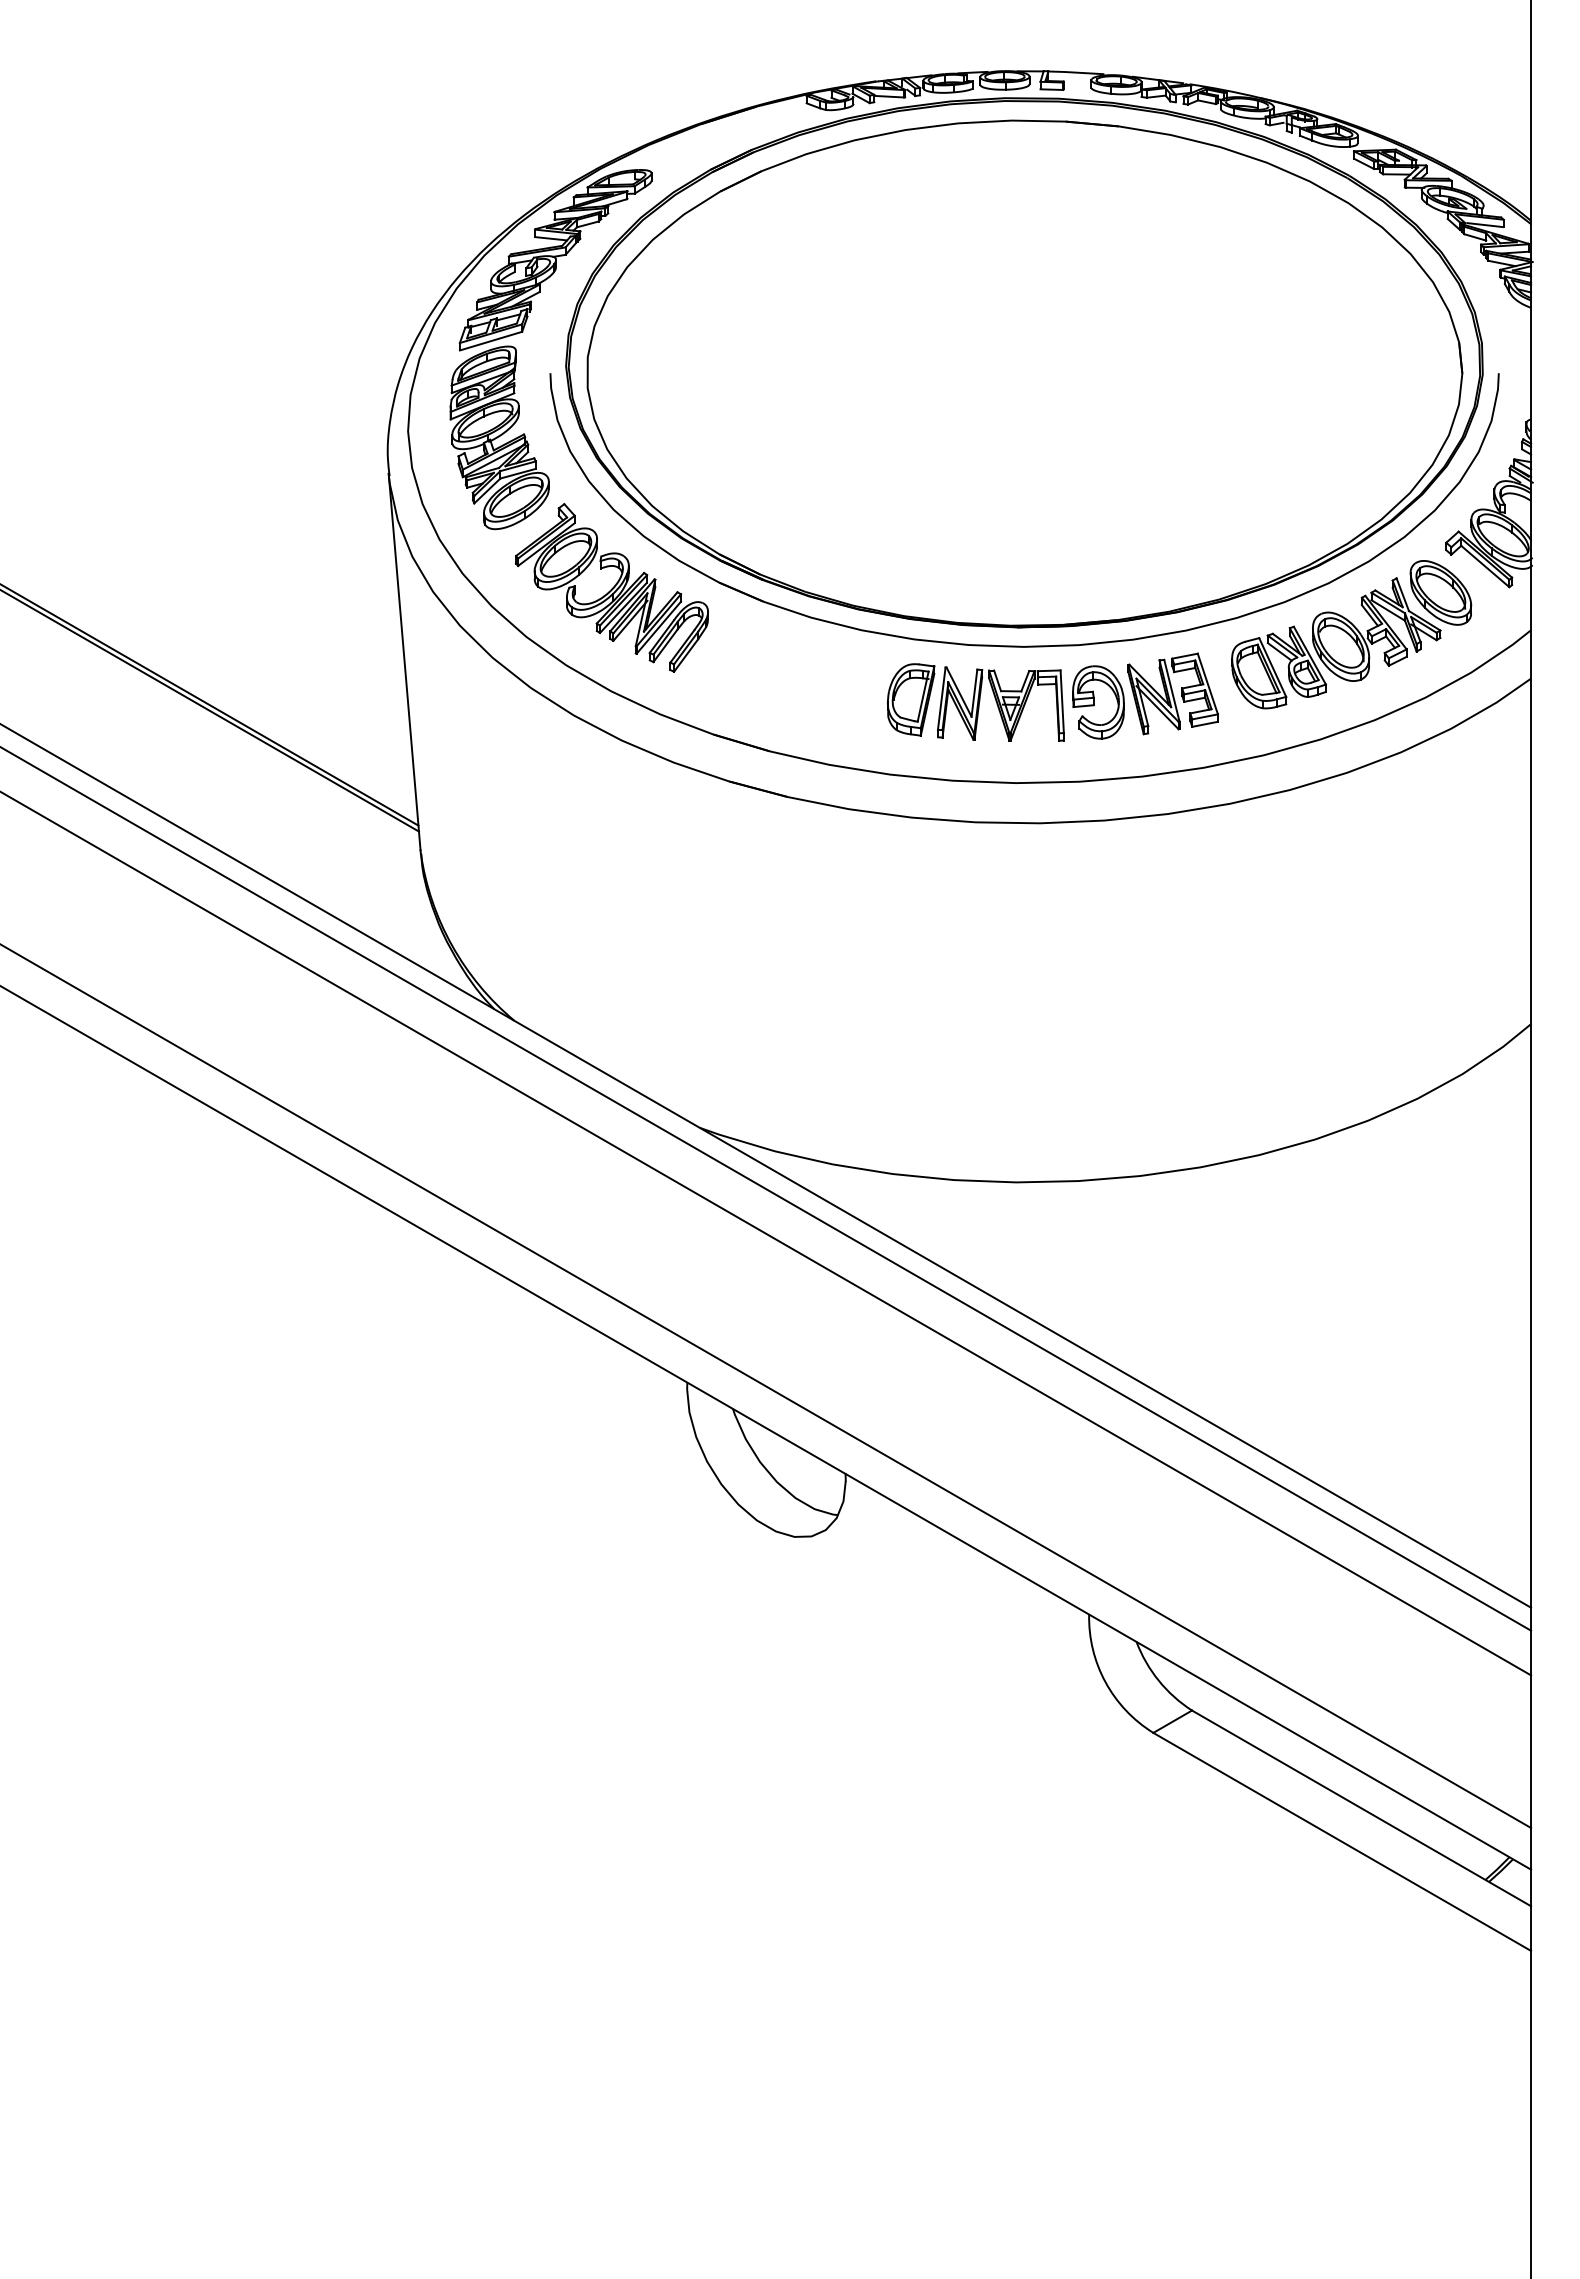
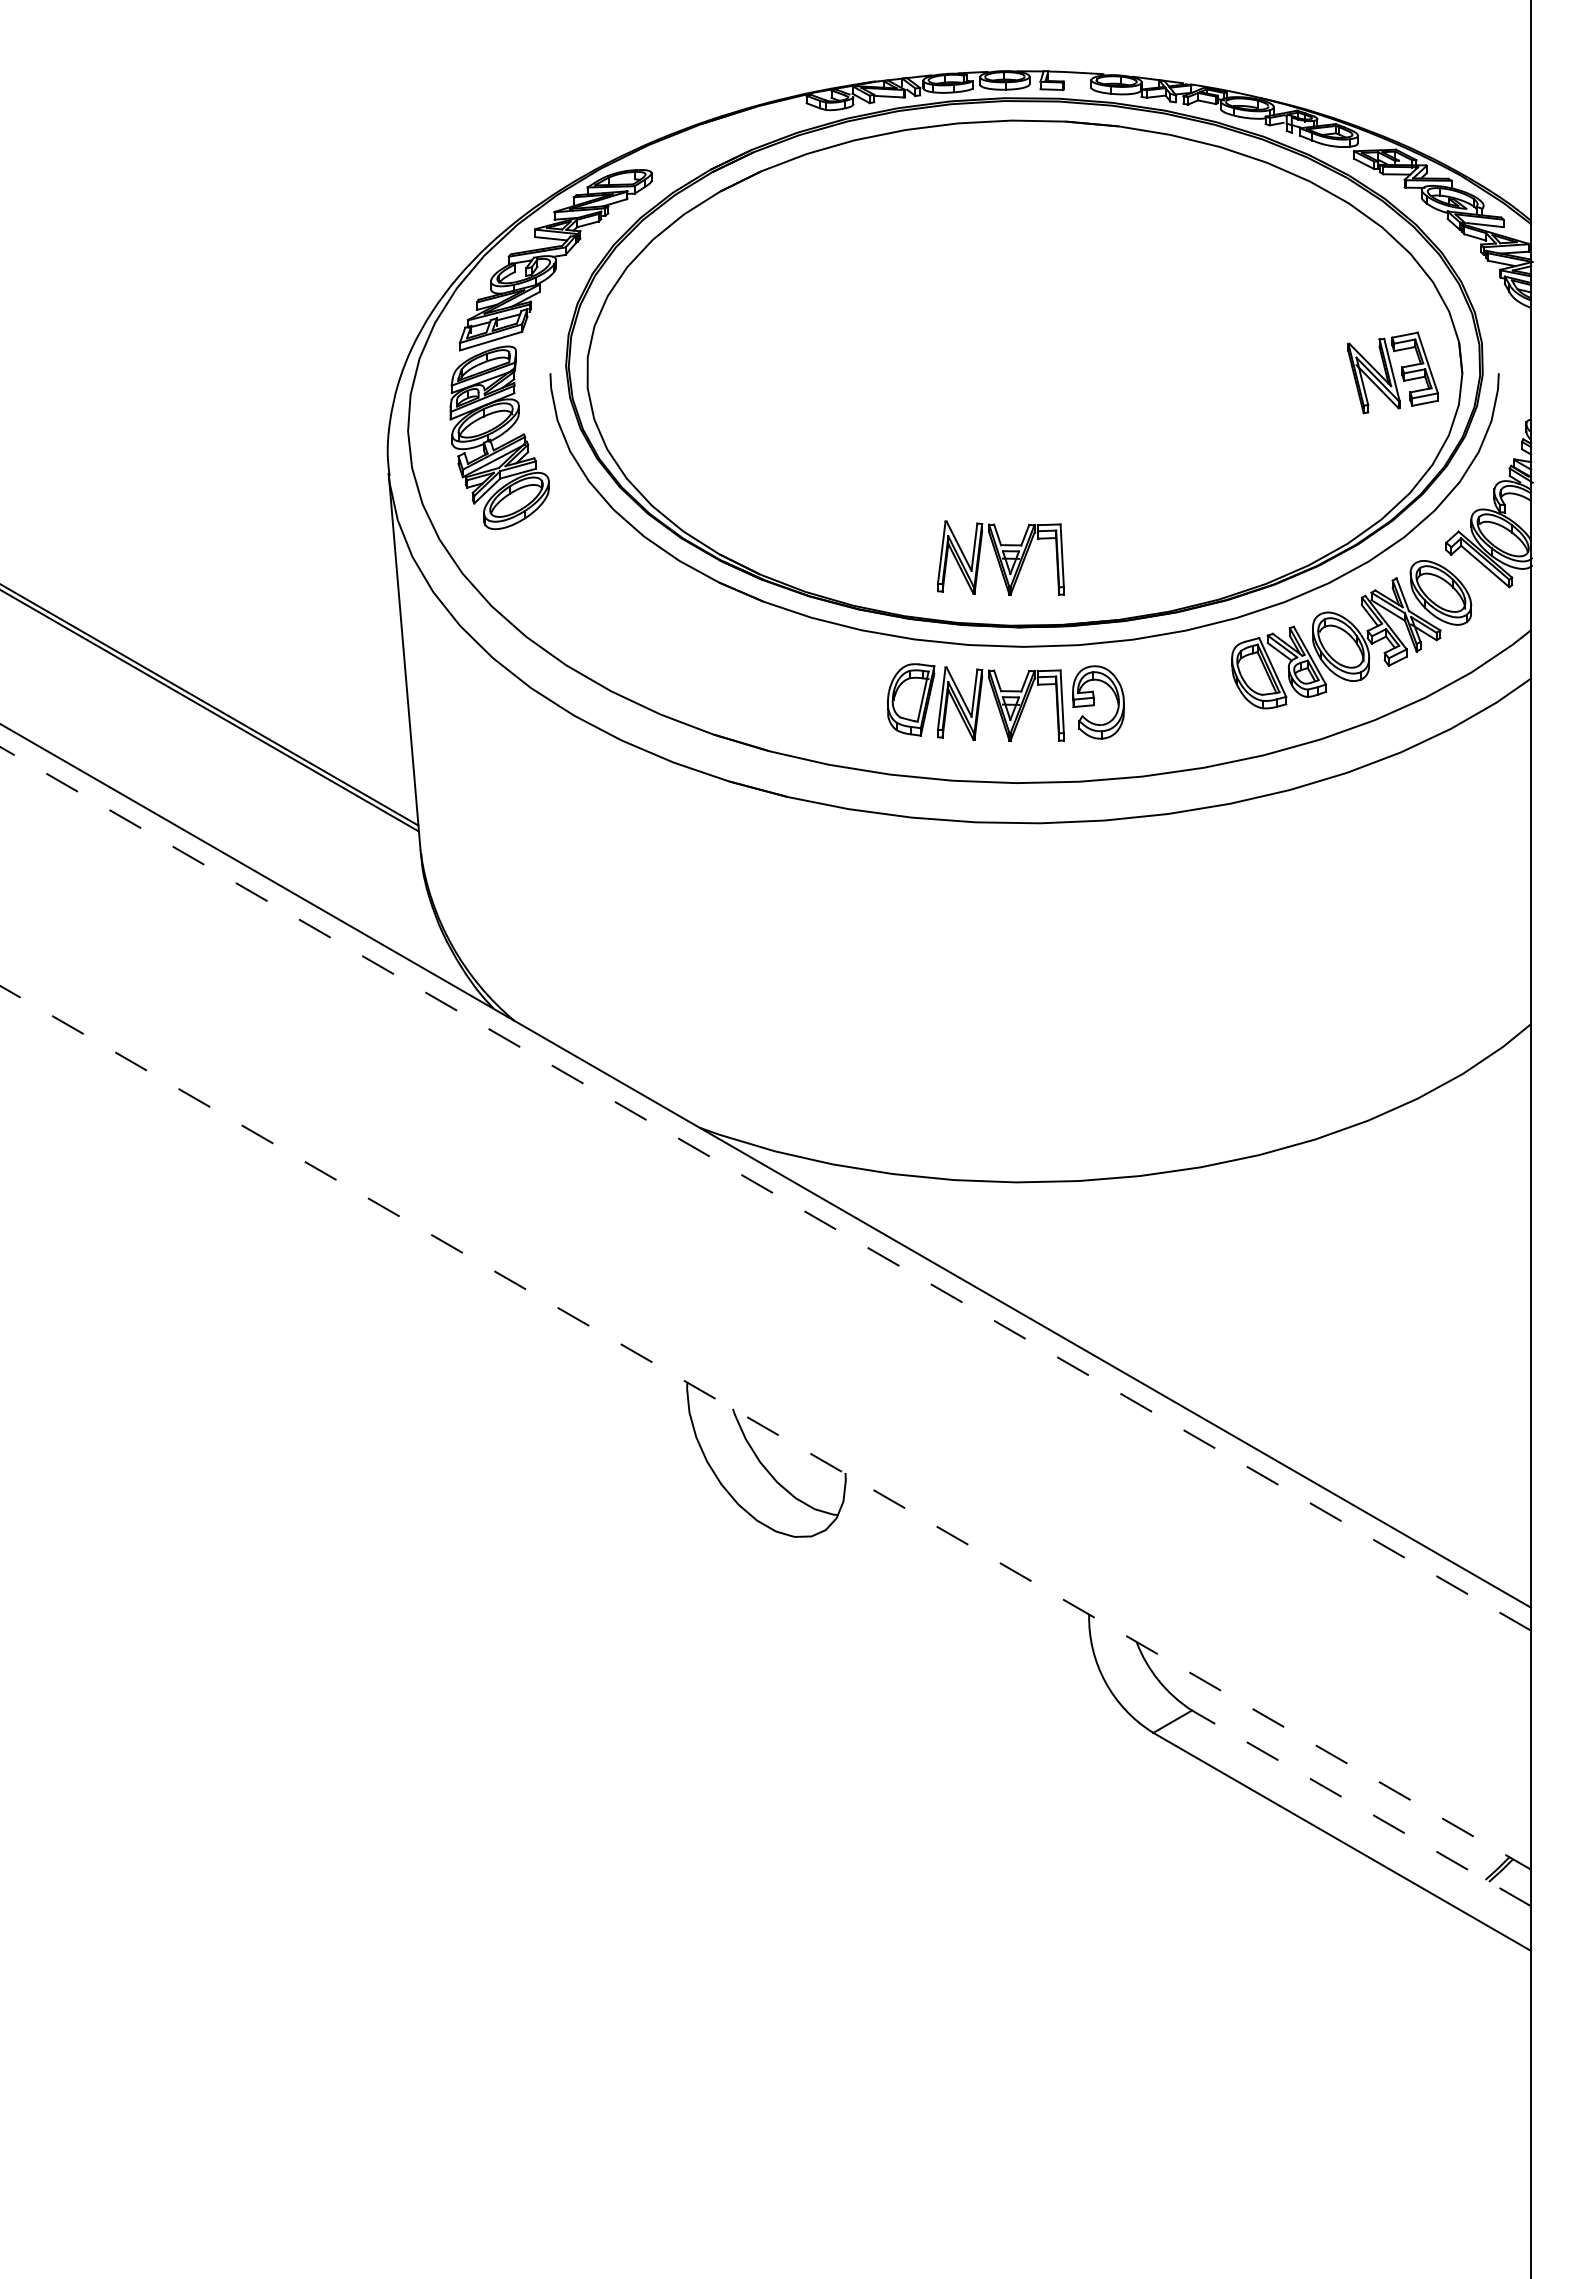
part at (1000, 557): none -> present
part at (611, 587): present -> none
part at (1172, 693) position: (1172, 693) -> (1392, 372)
line at (765, 1188): solid -> dashed
line at (766, 1233): present -> none
line at (766, 1386): present -> none
line at (765, 1427): solid -> dashed
line at (1361, 1808): solid -> dashed
